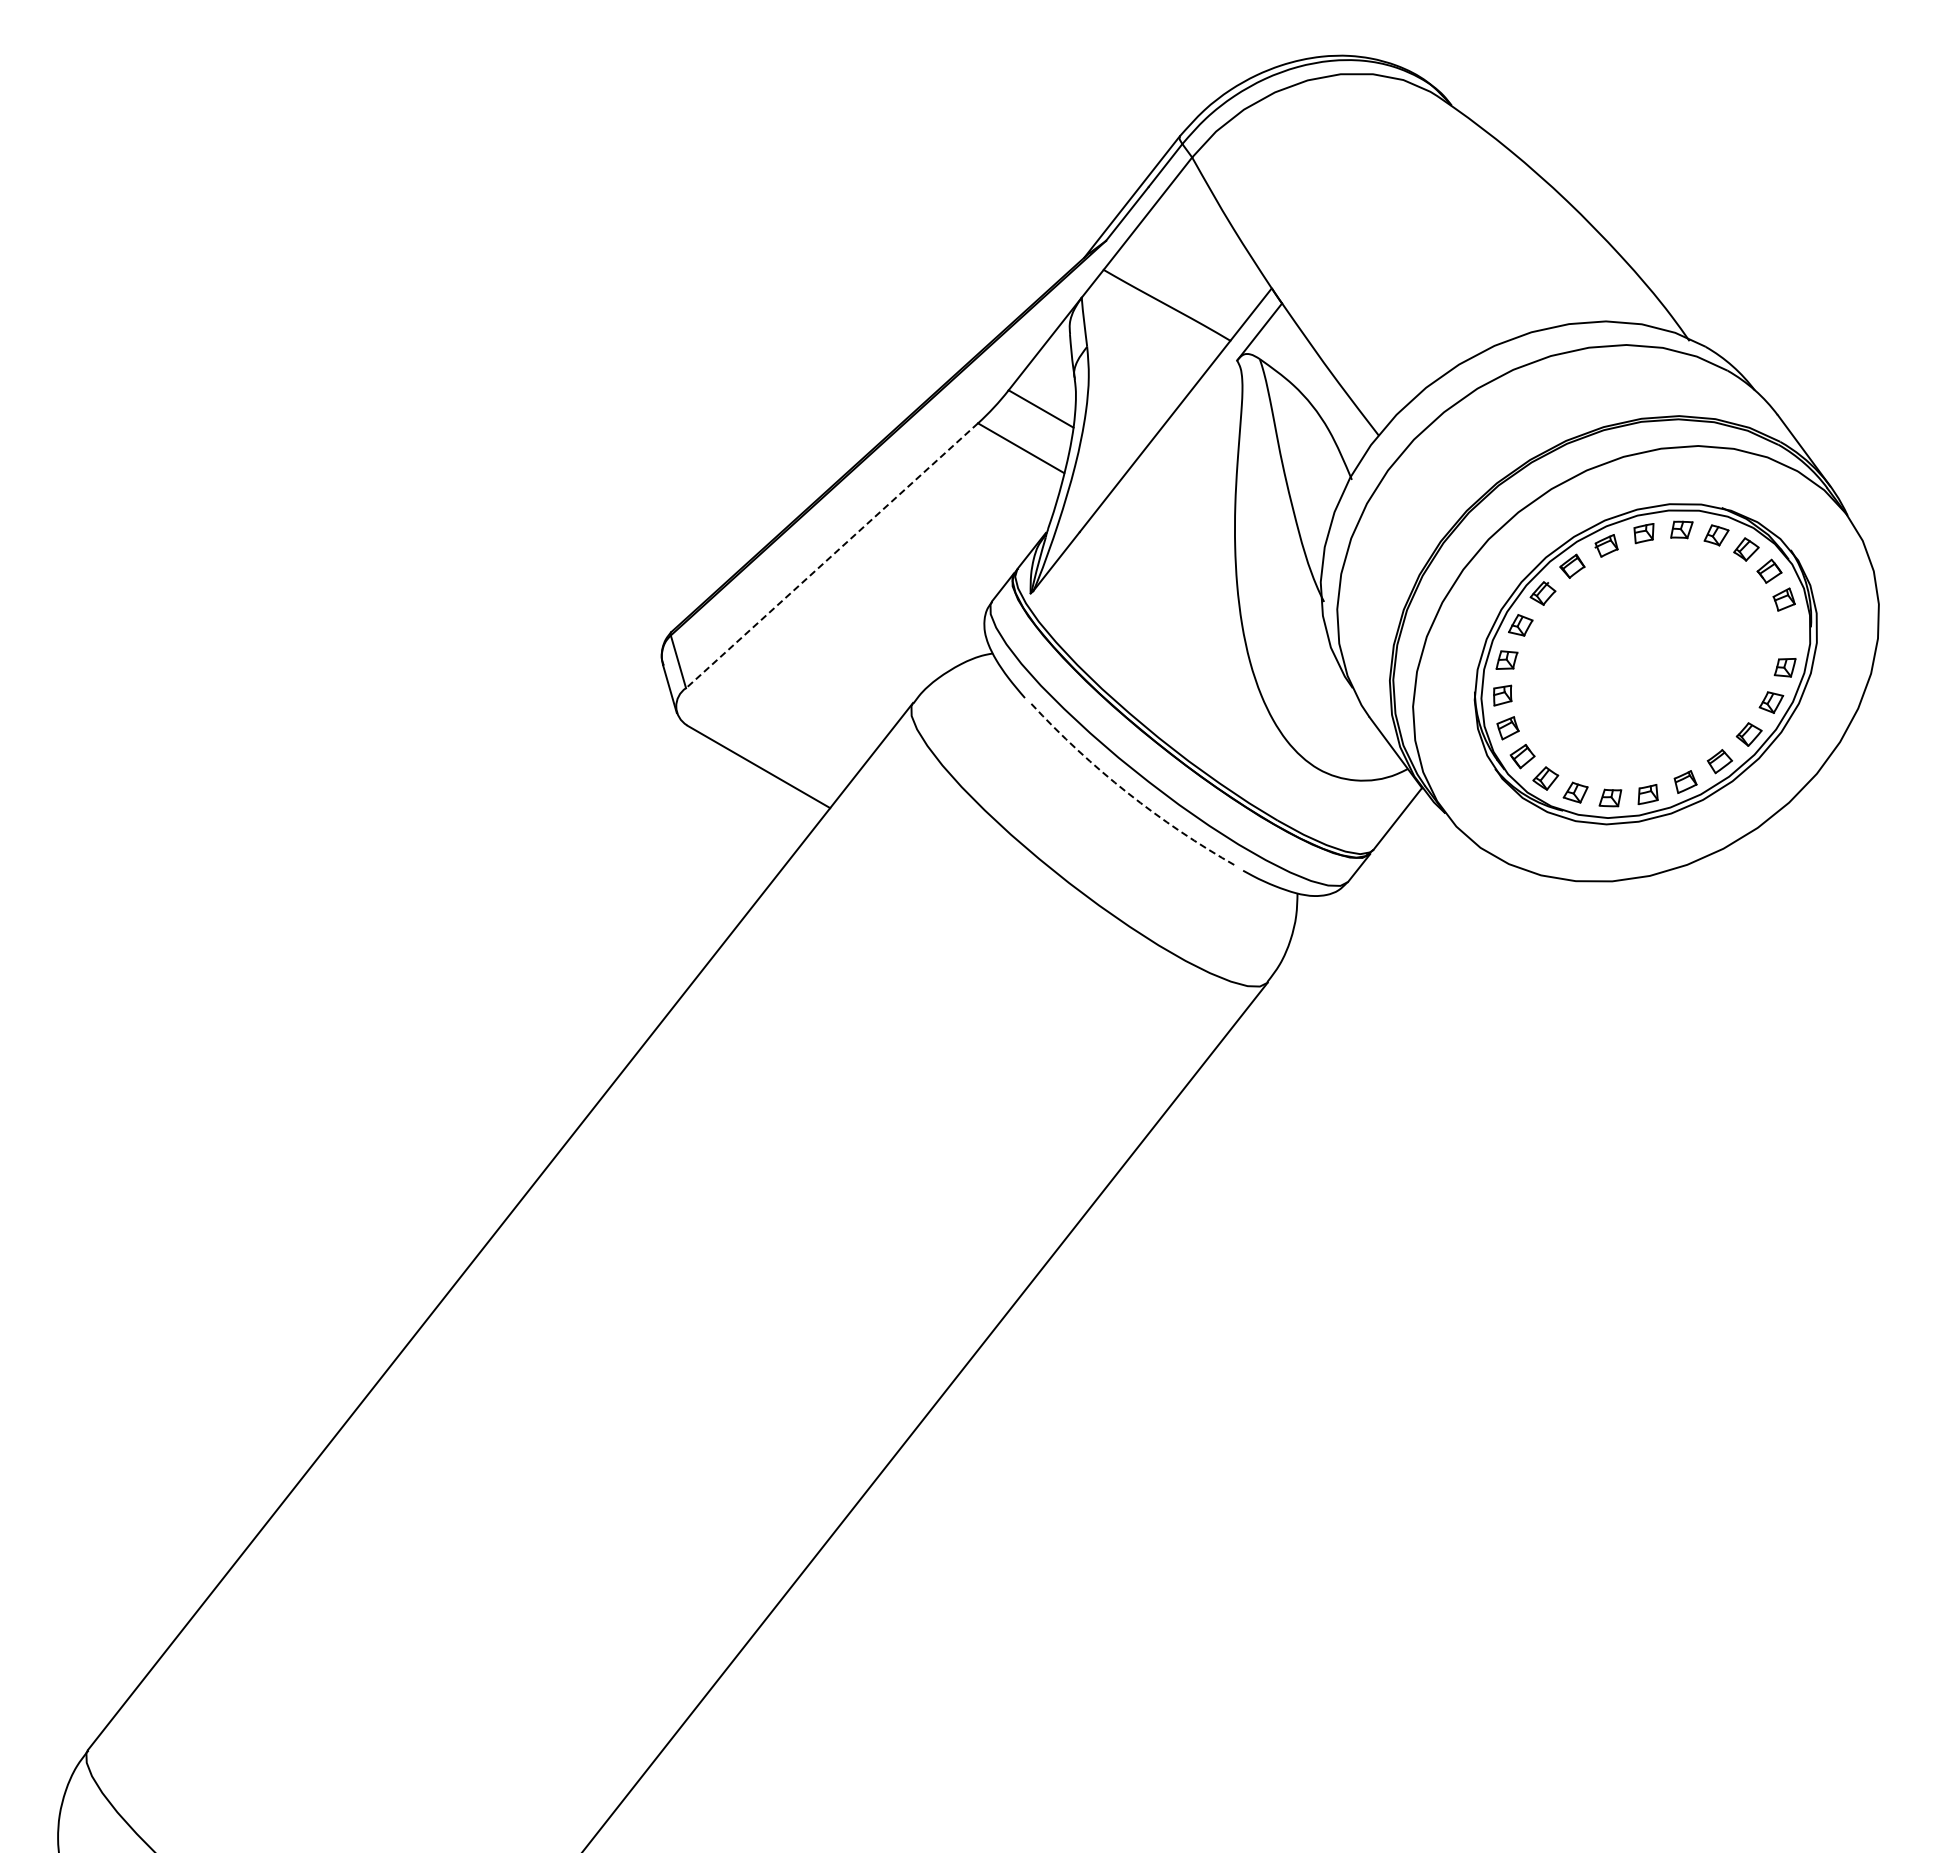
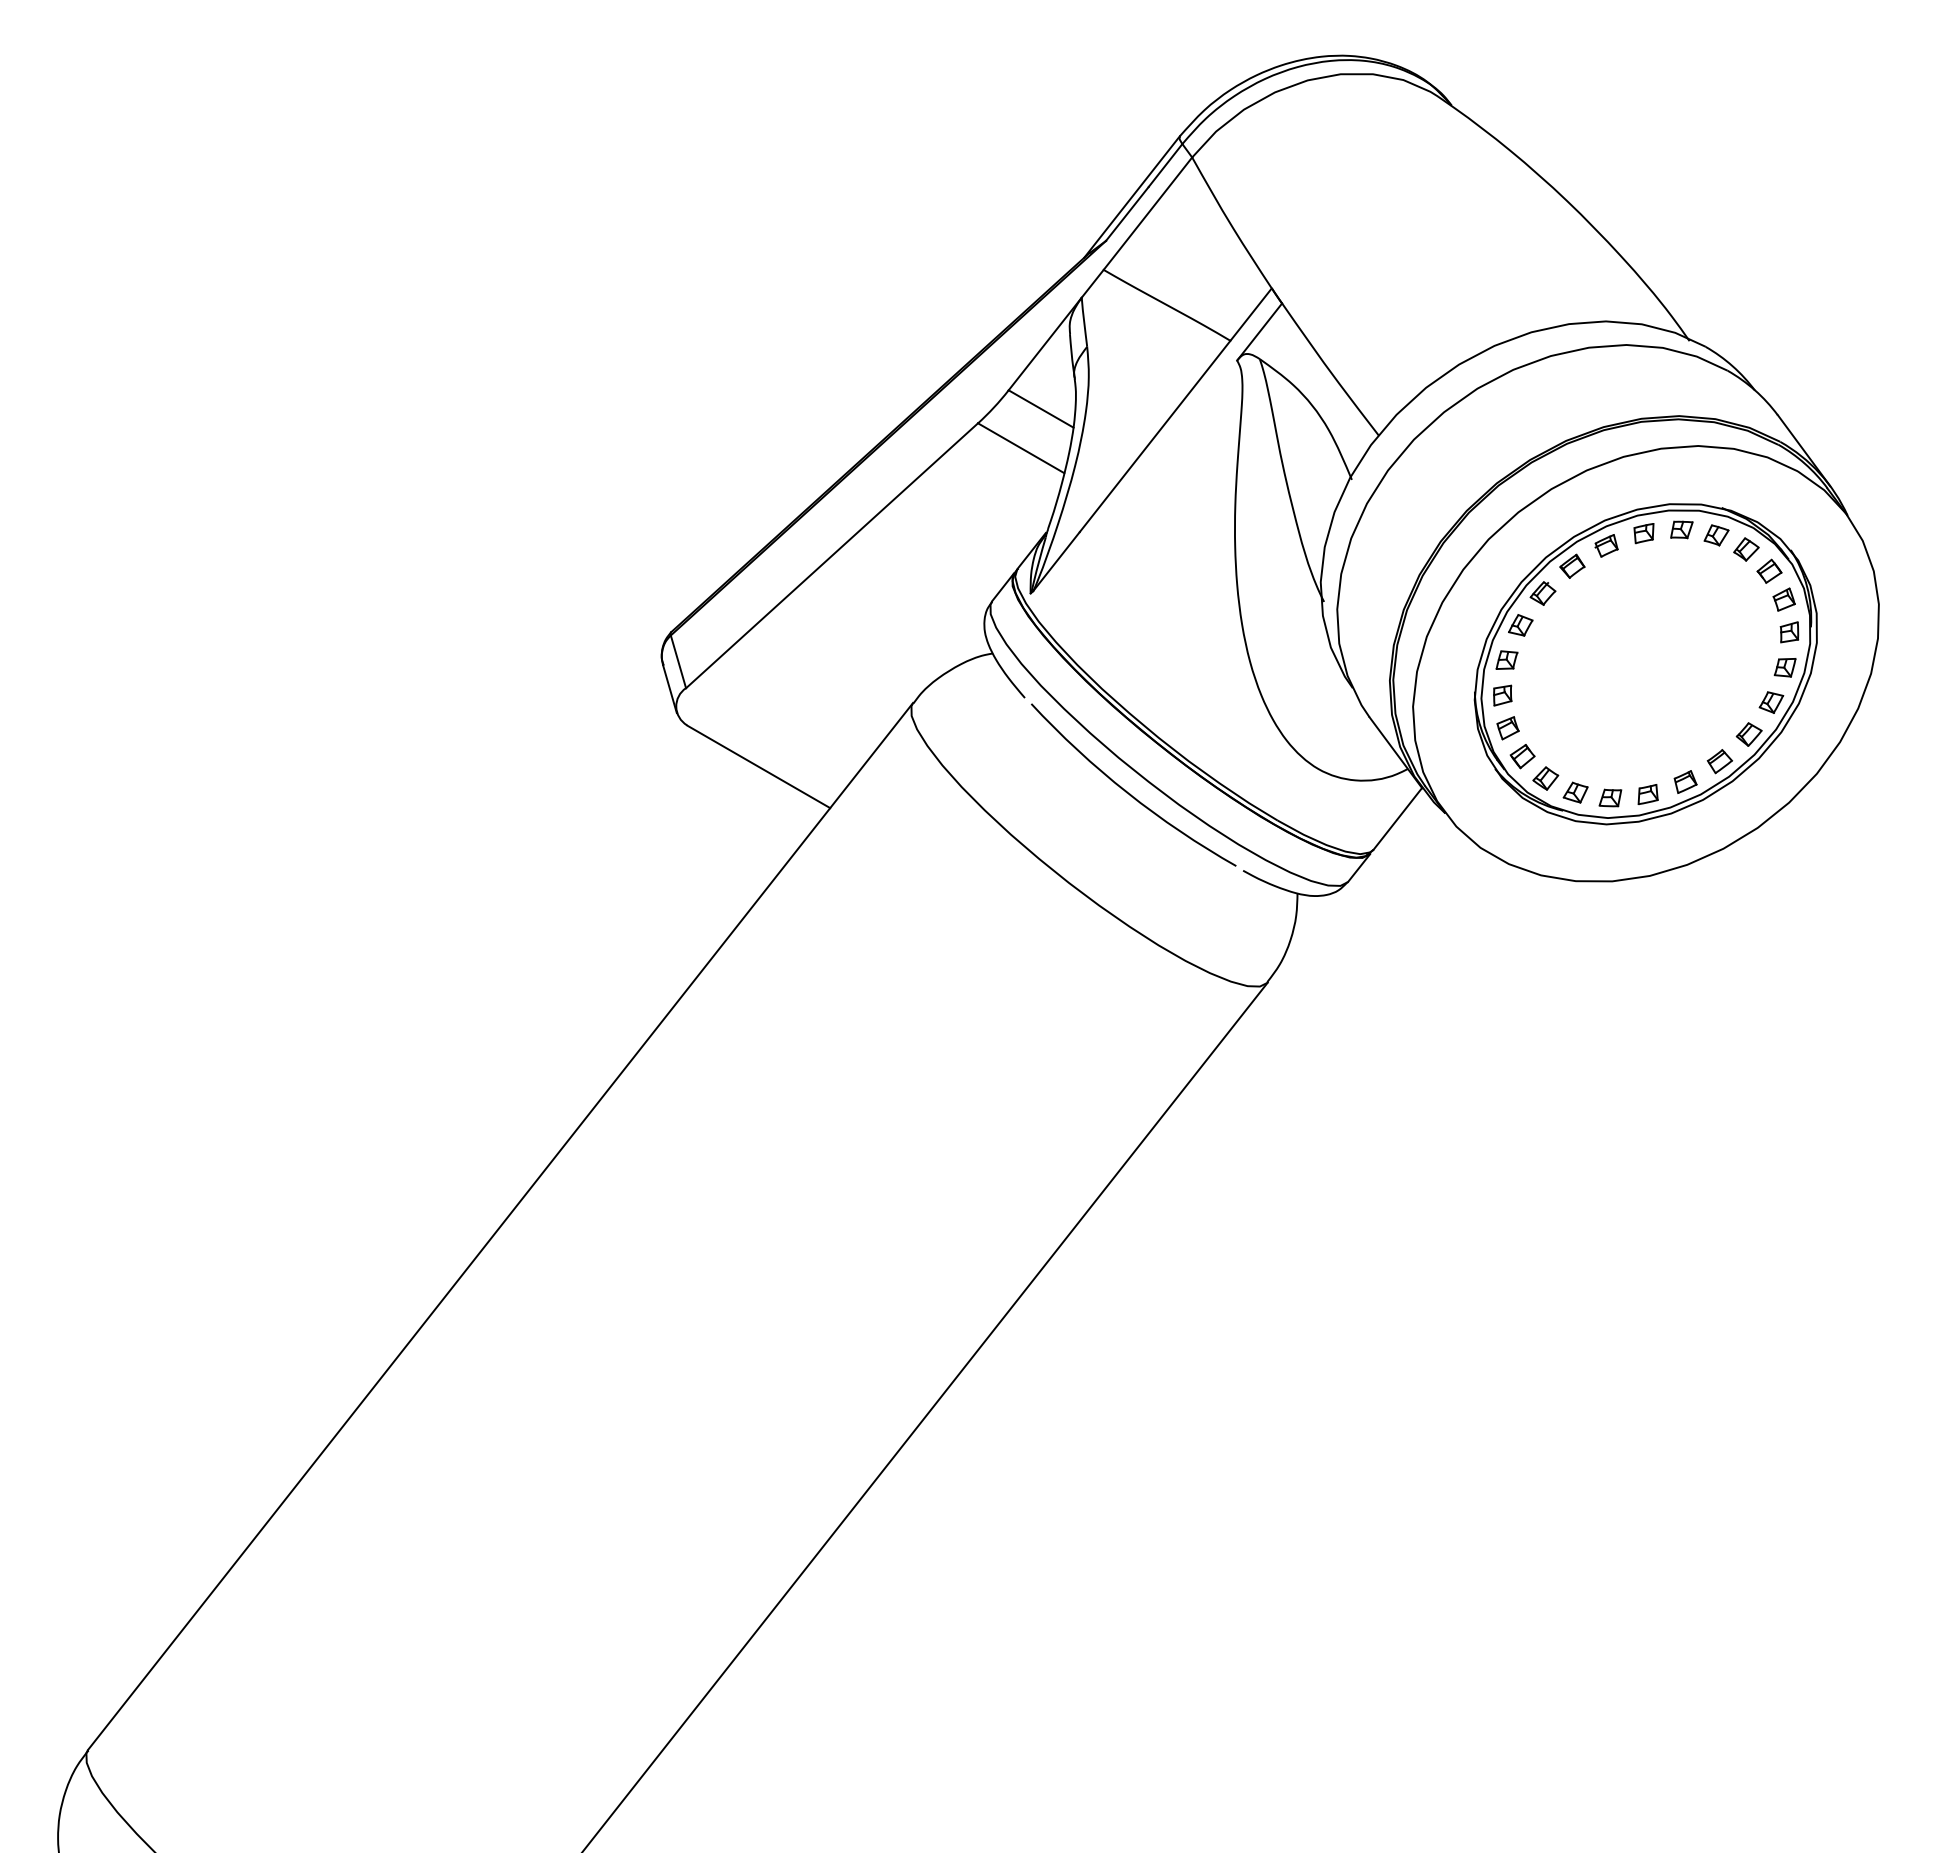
line at (831, 556): dashed -> solid
part at (1789, 632): none -> present
arc at (1127, 792): dashed -> solid
